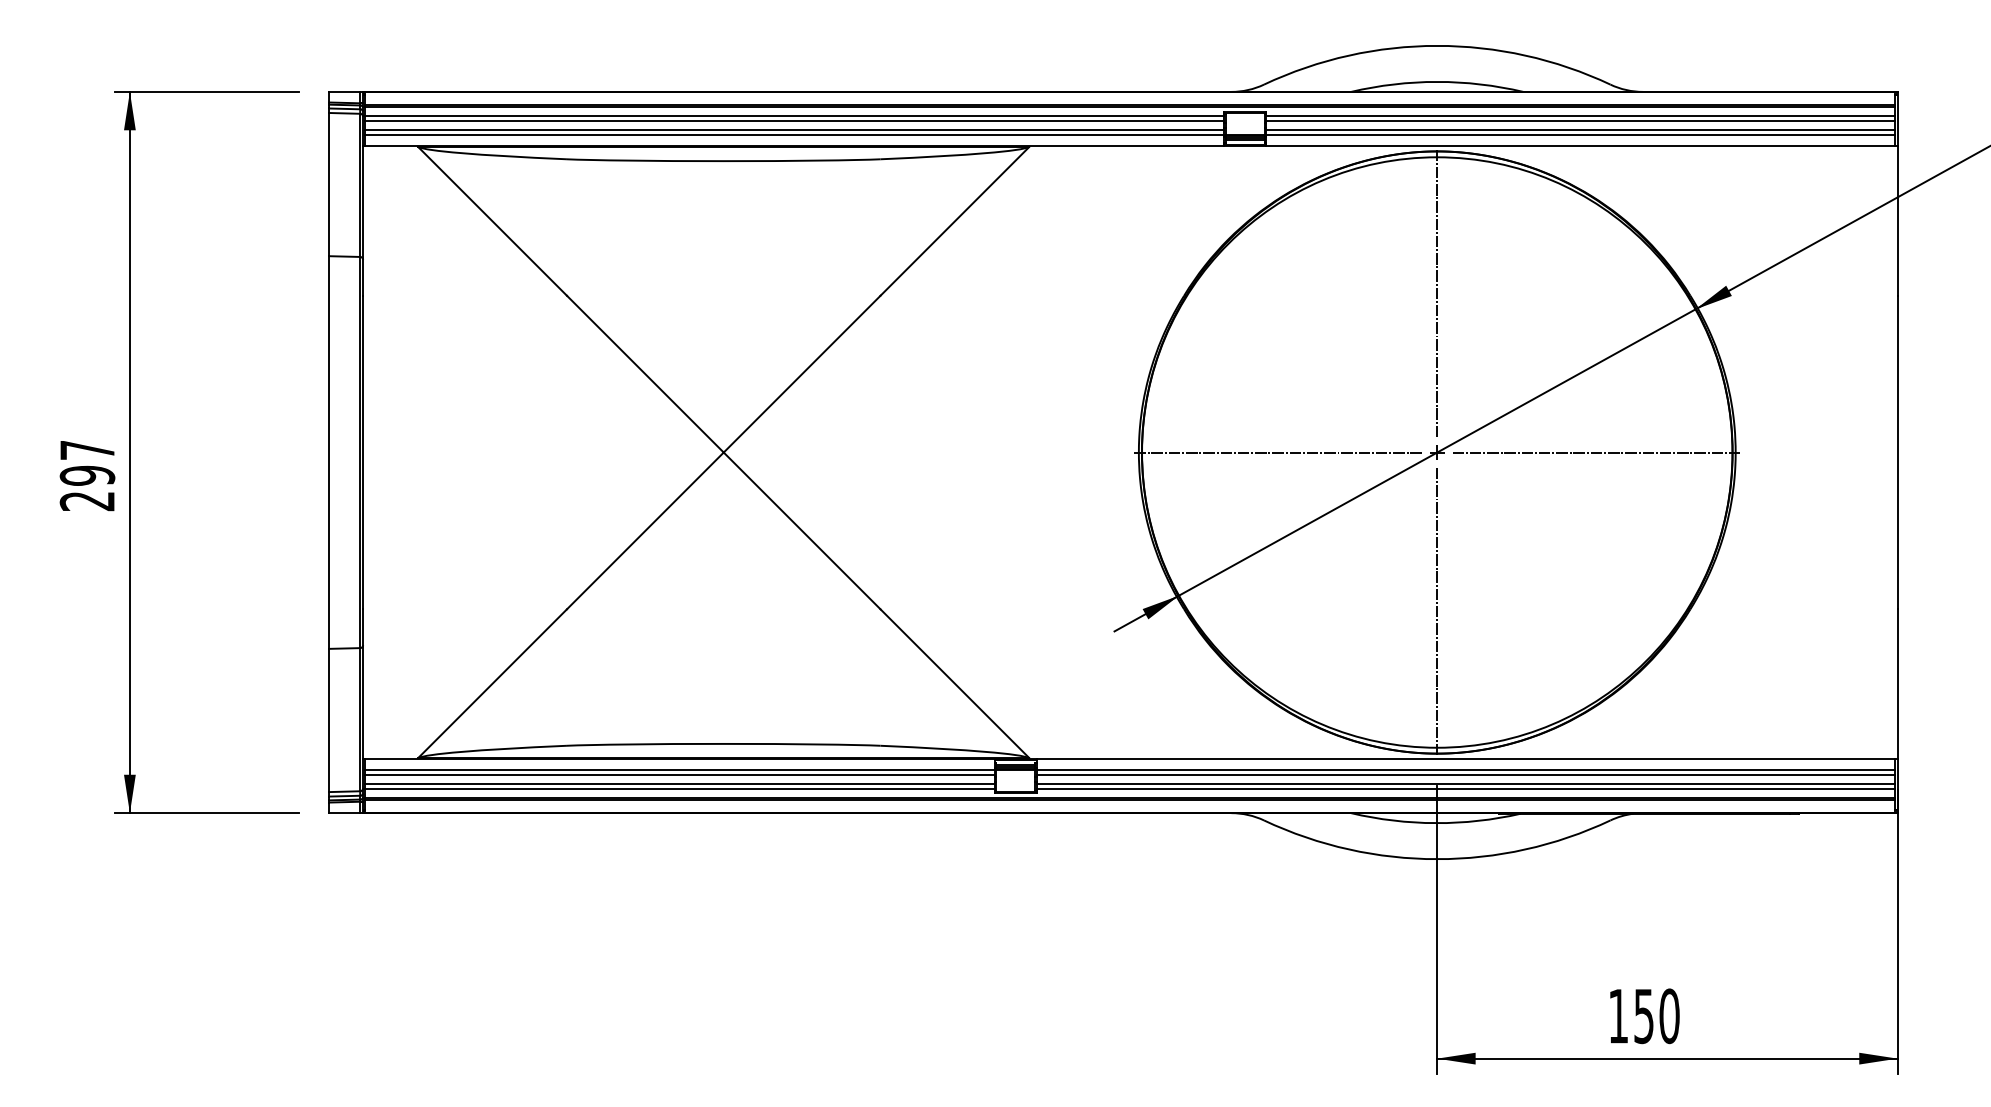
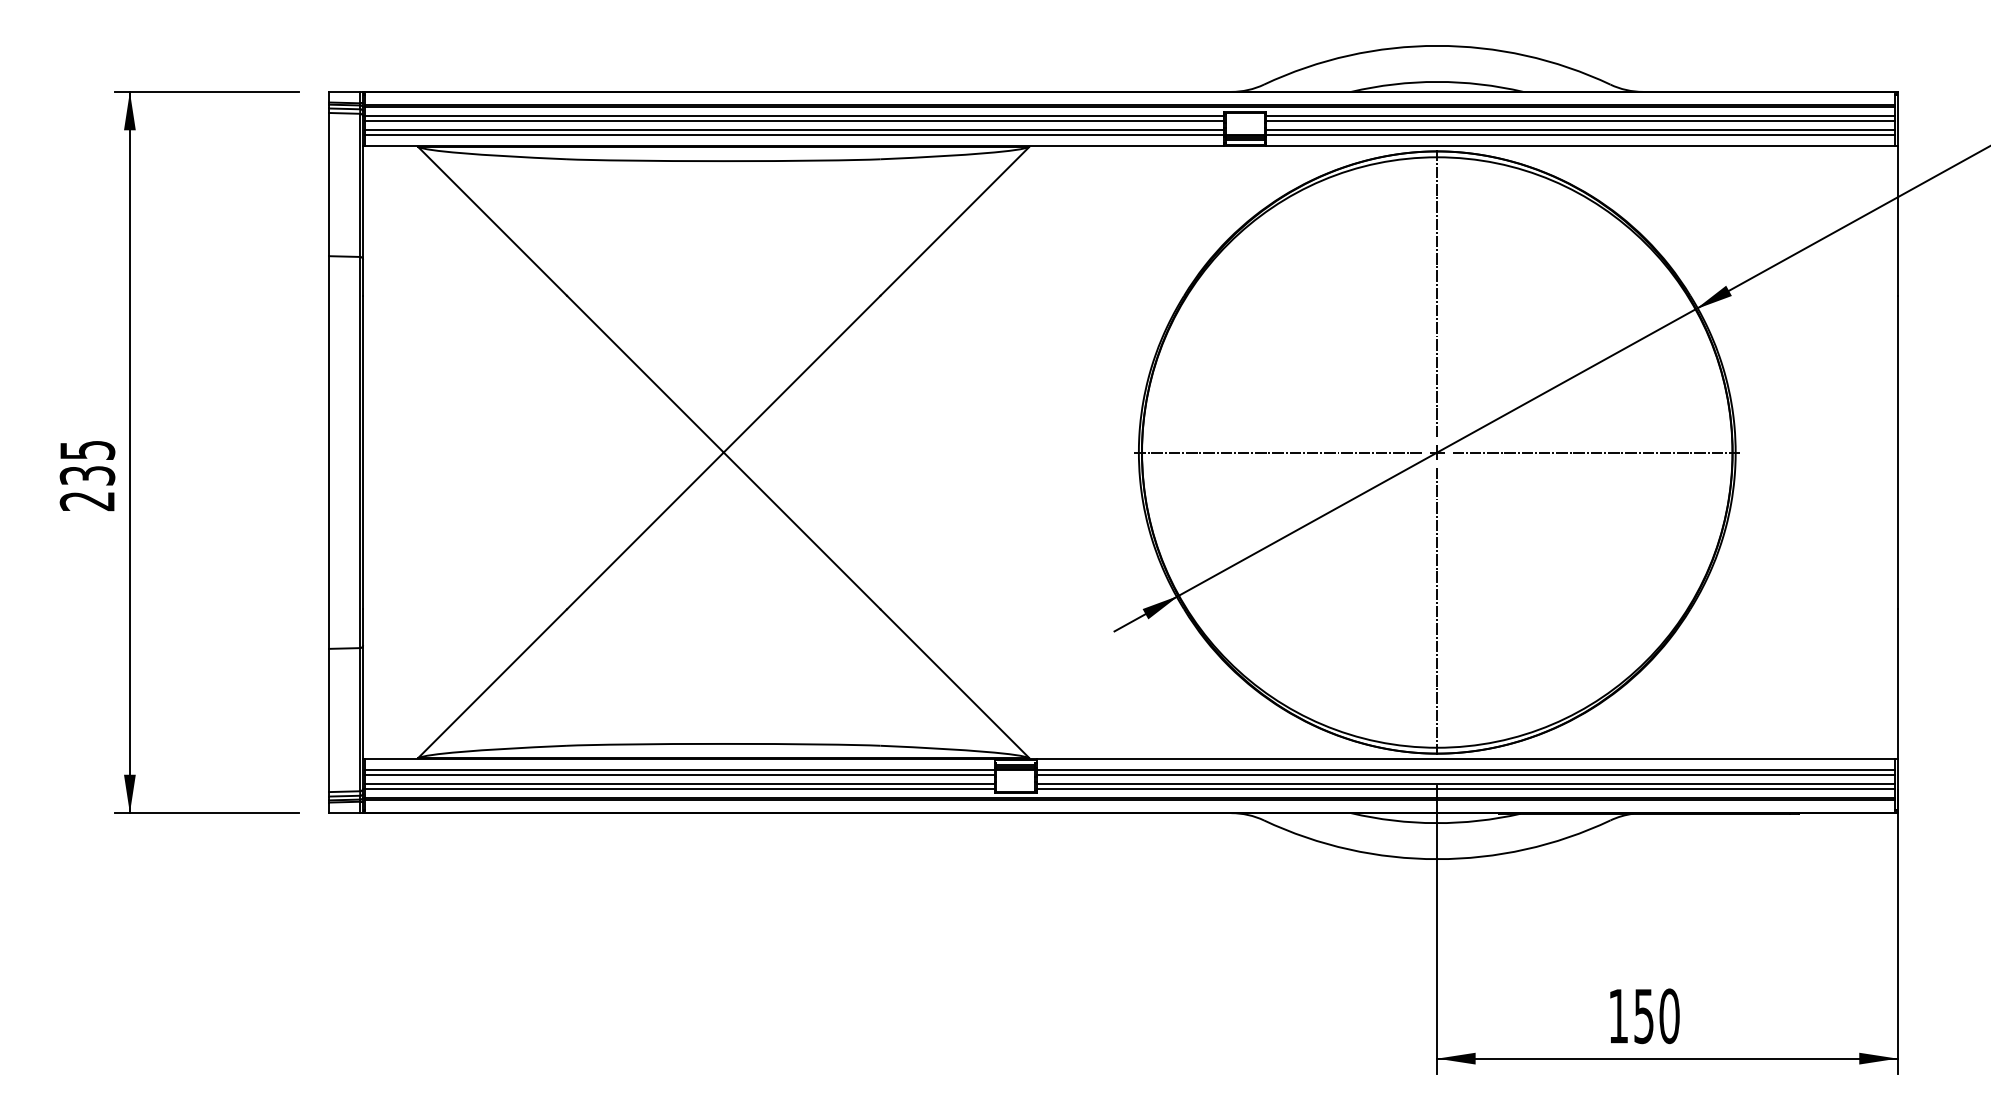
text at (87, 463): 297 -> 235
